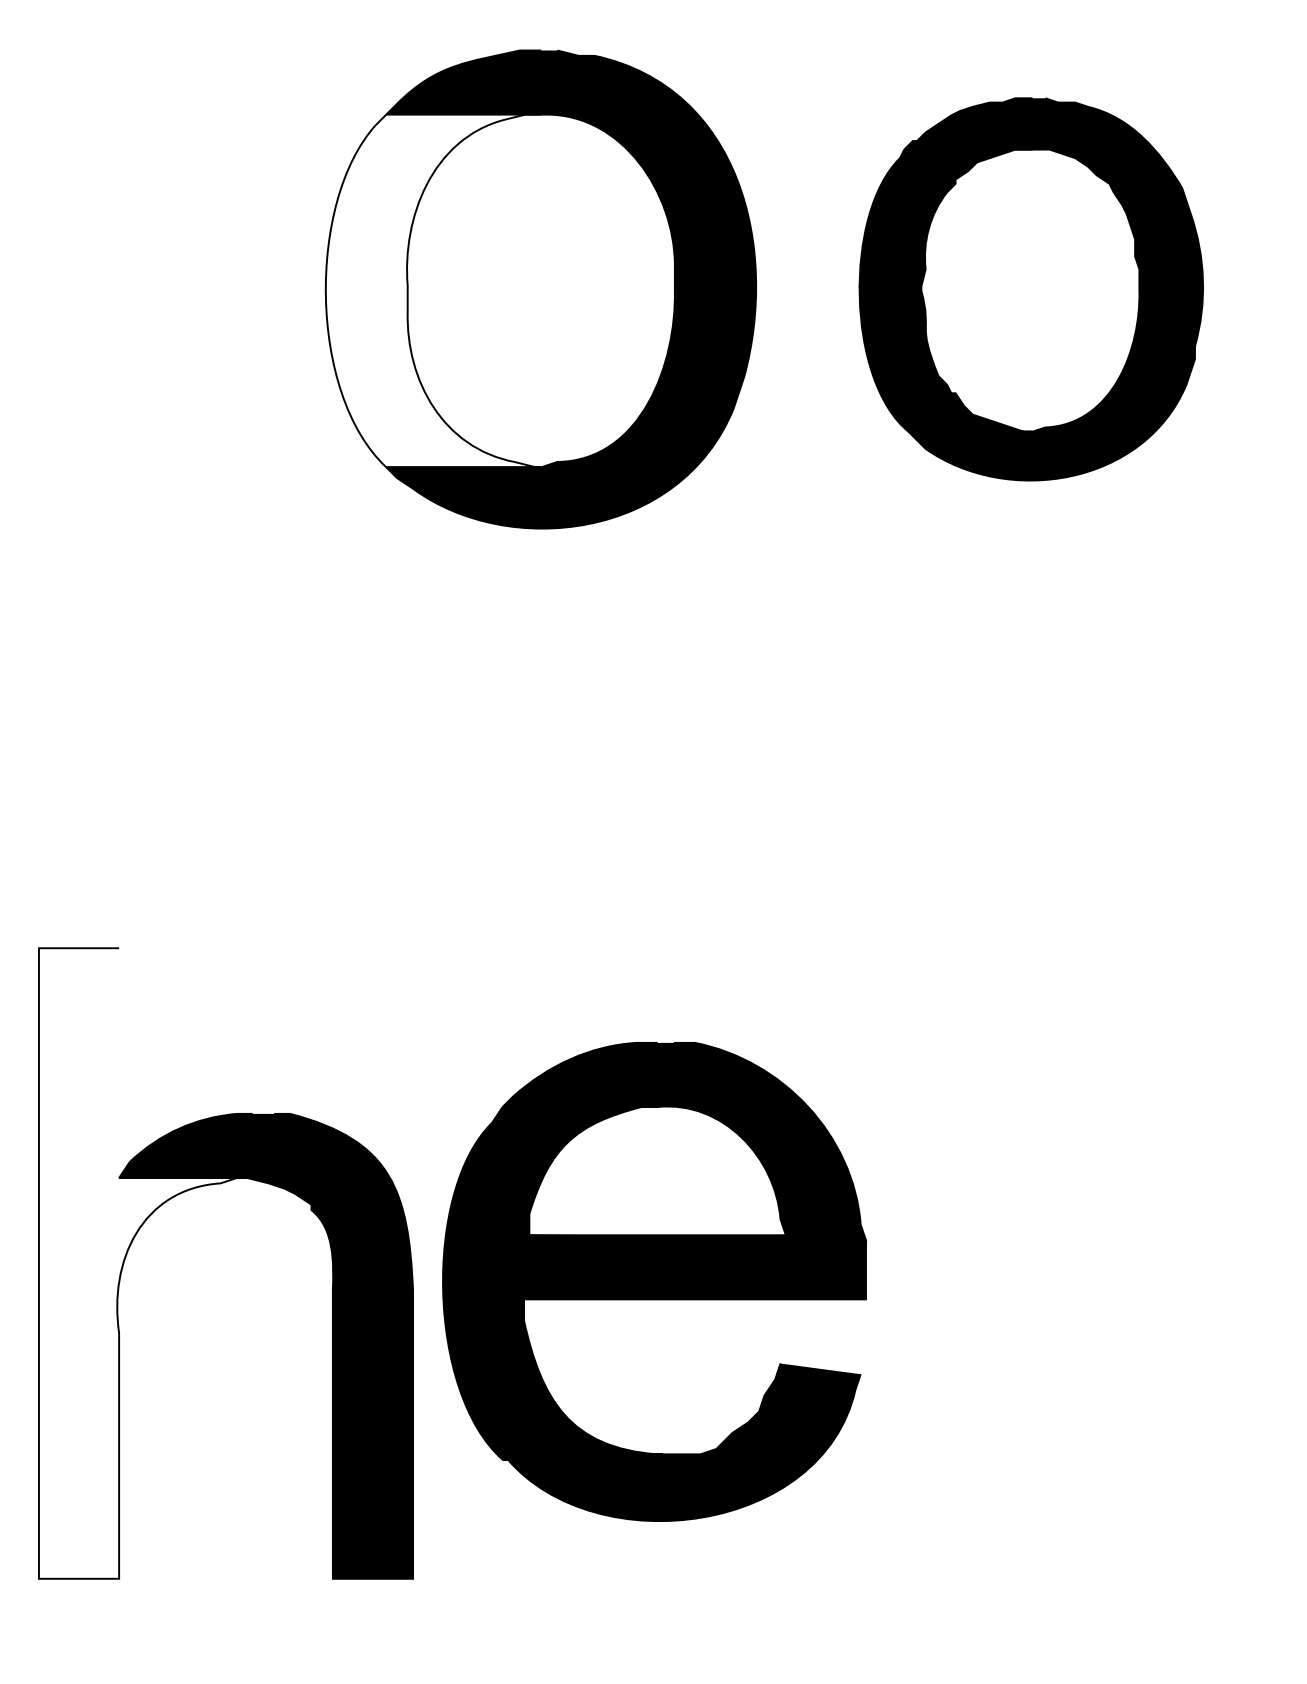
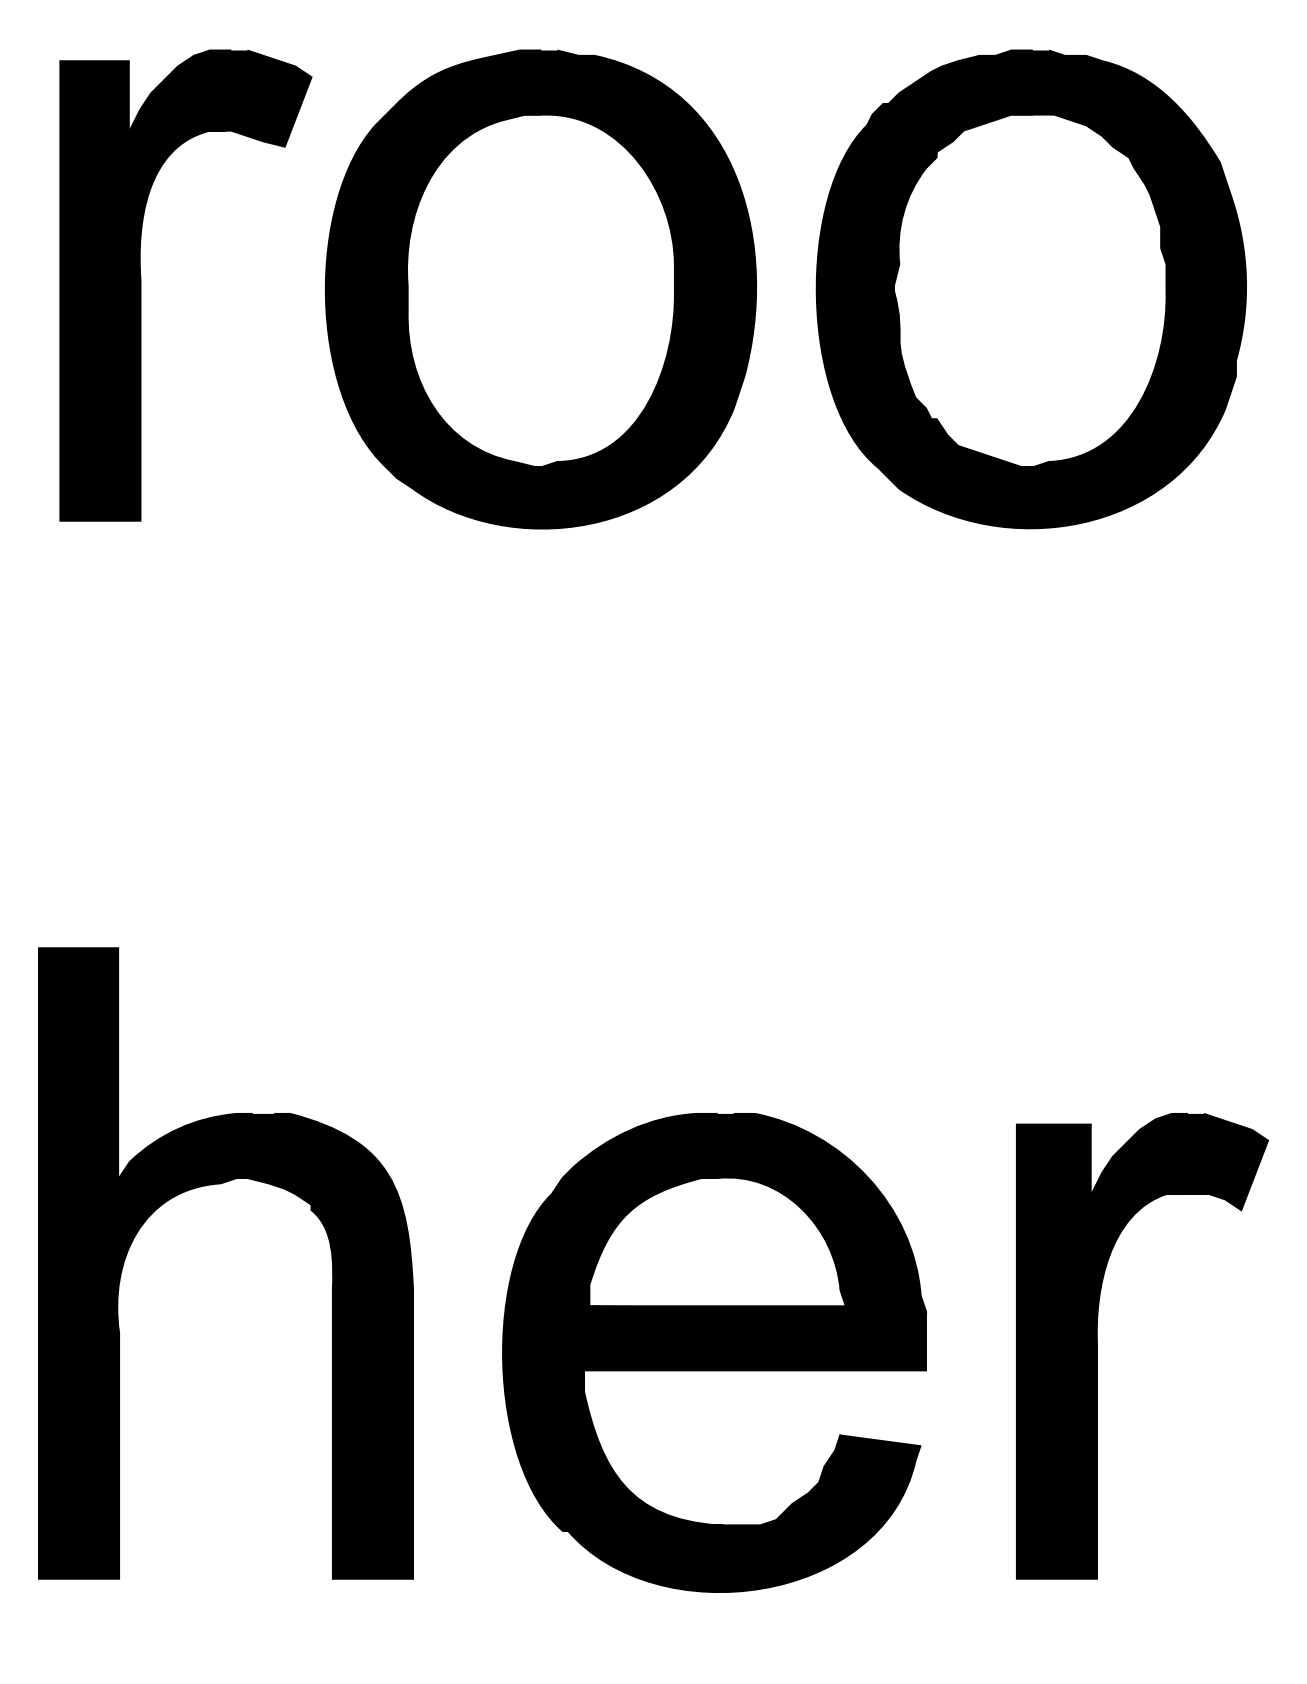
part at (141, 285): none -> present
part at (1030, 289) size: 346x385 px -> 432x481 px
fill at (433, 290): none -> present
fill at (137, 1263): none -> present
part at (654, 1281) position: (654, 1281) -> (714, 1352)
part at (1097, 1346): none -> present
